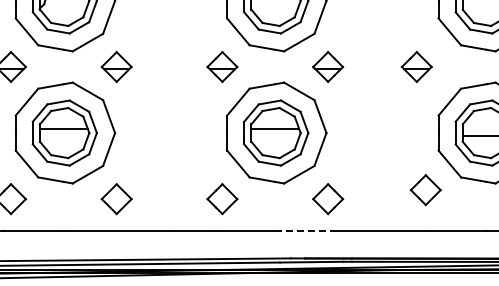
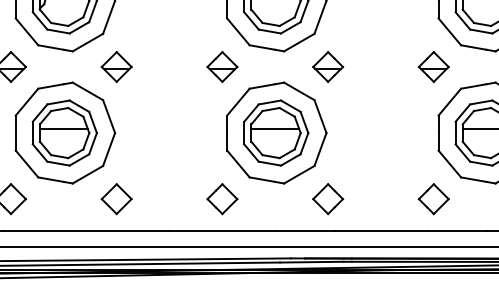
part at (416, 66) position: (416, 66) -> (433, 66)
line at (478, 135) position: (478, 135) -> (478, 128)
part at (425, 190) position: (425, 190) -> (433, 199)
line at (305, 230): dashed -> solid
line at (248, 247): none -> present
